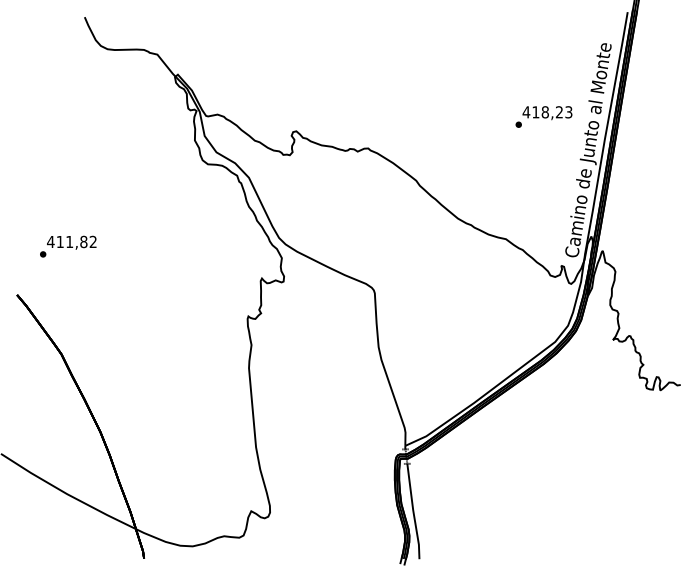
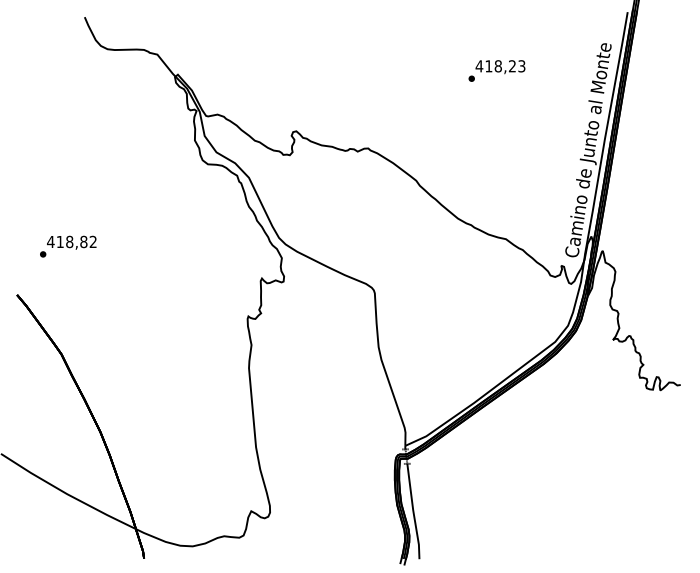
text at (543, 116) position: (543, 116) -> (496, 70)
text at (69, 241): 411,82 -> 418,82
